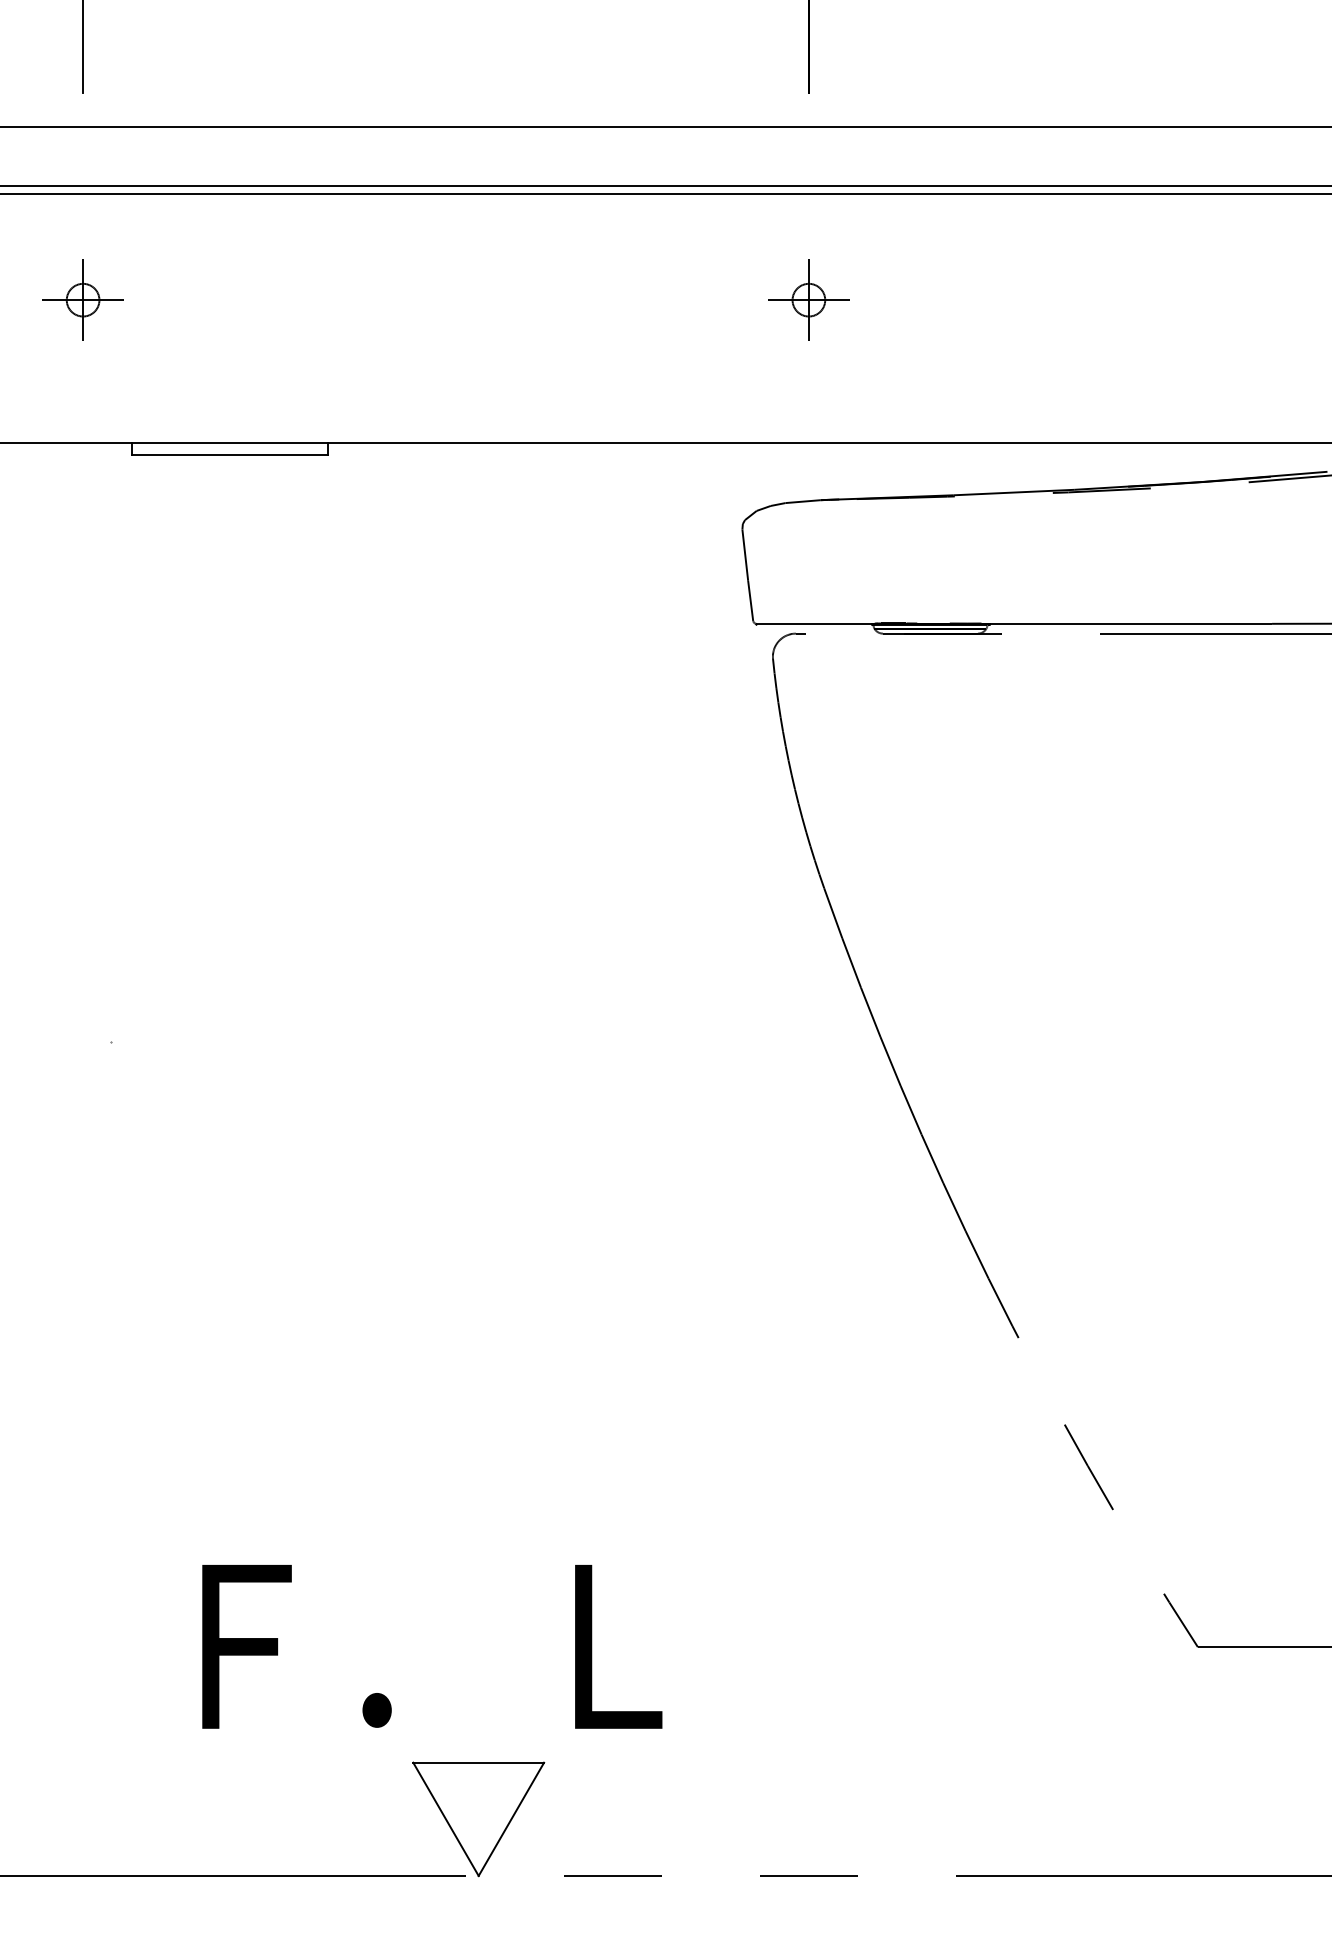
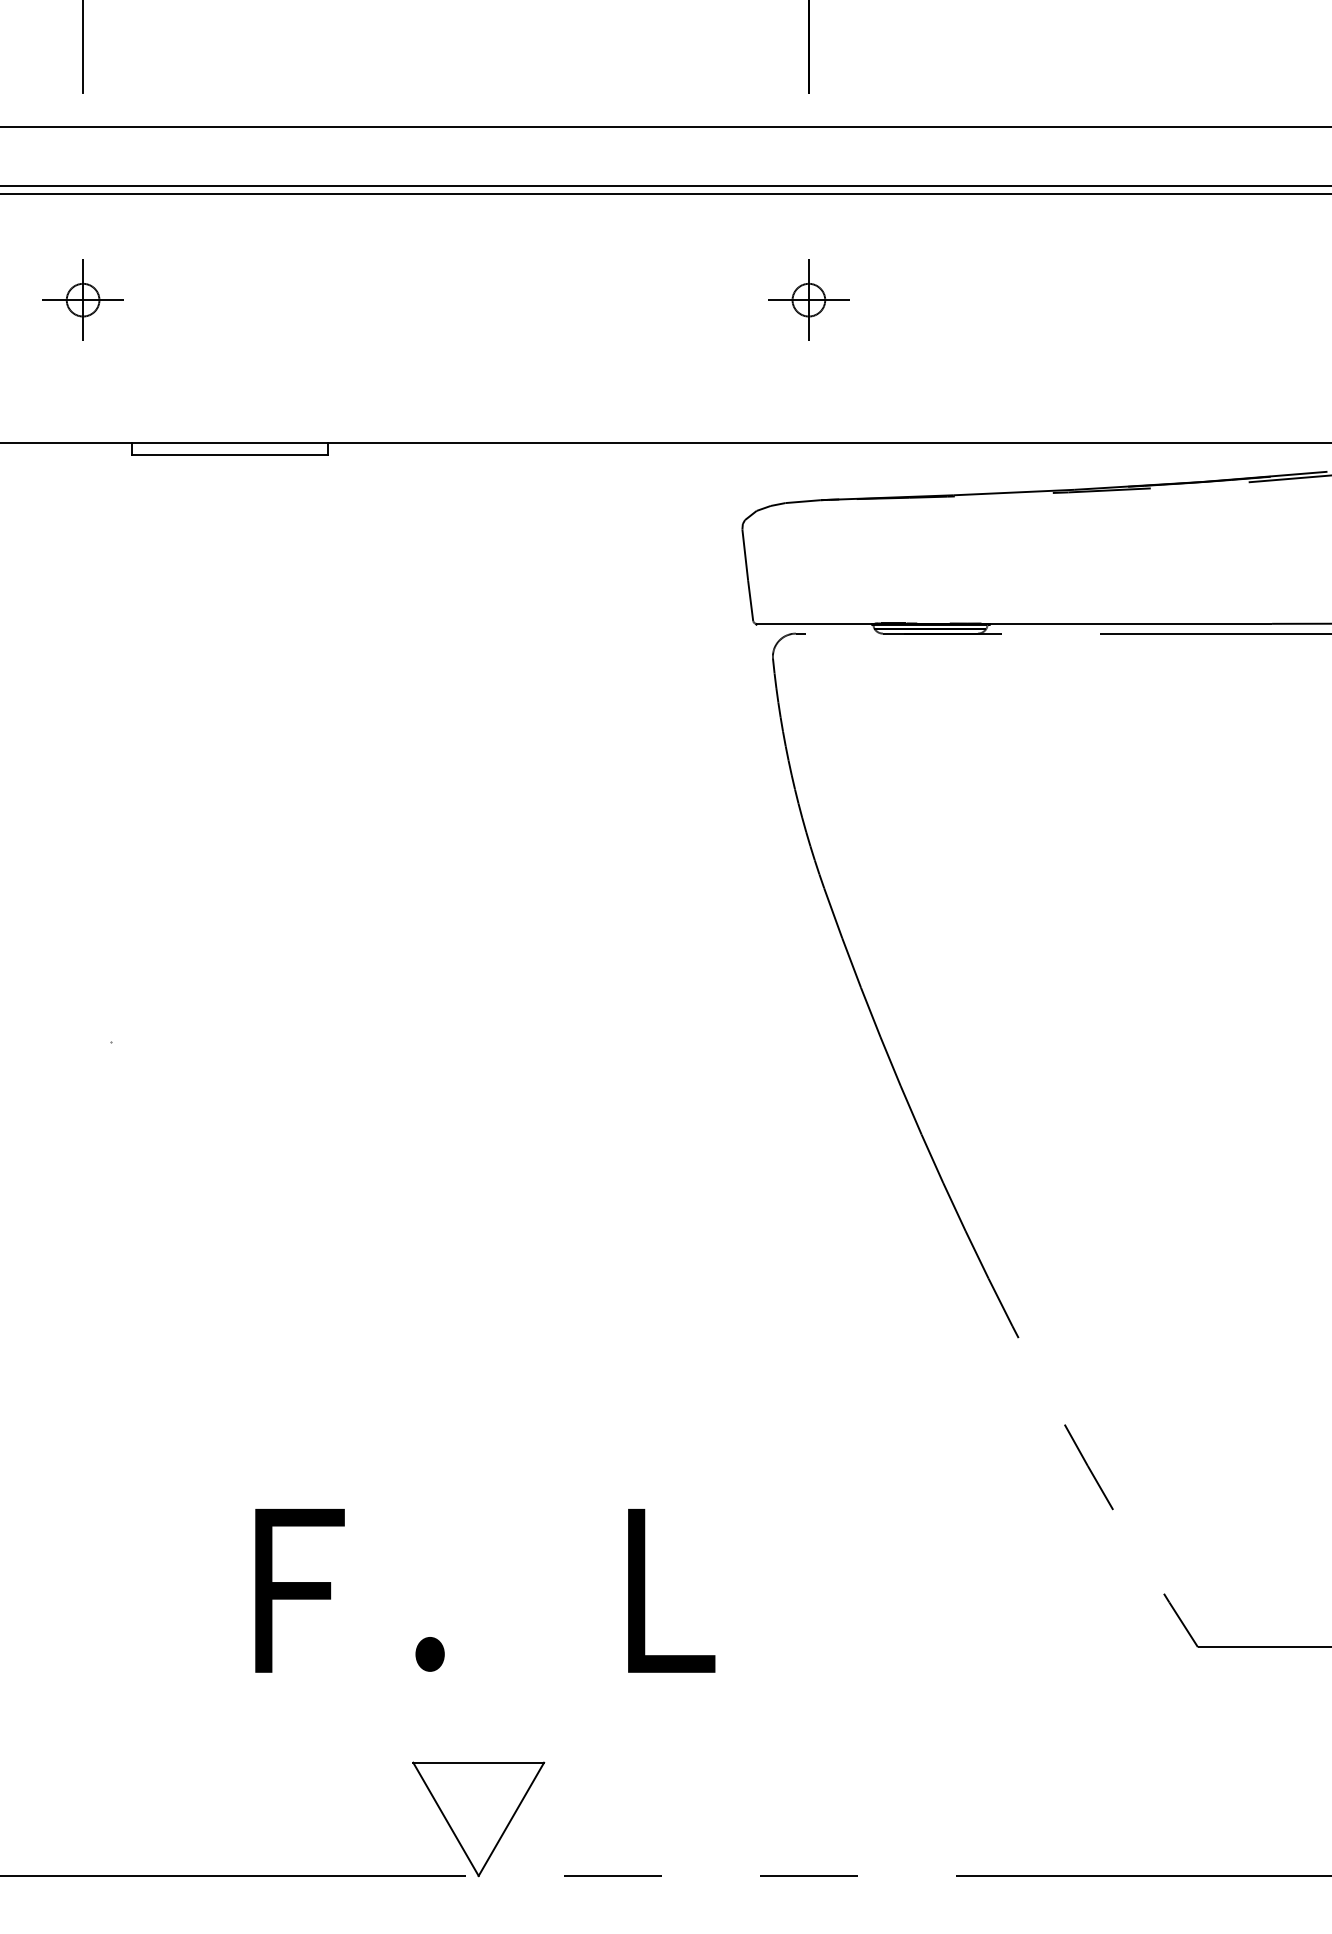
text at (432, 1646) position: (432, 1646) -> (485, 1590)
